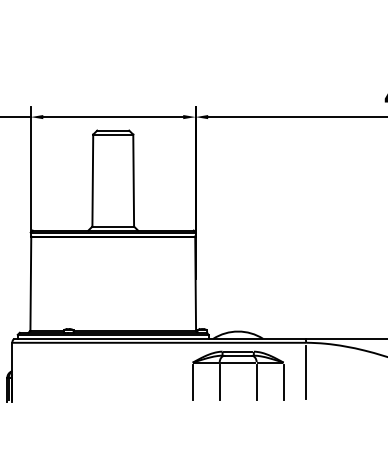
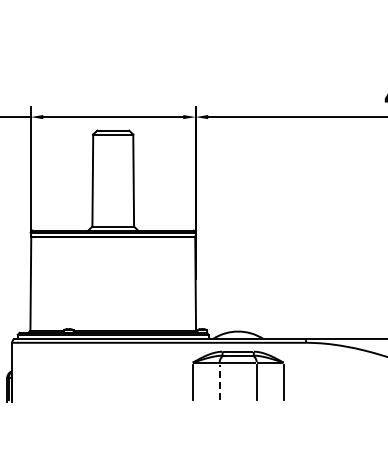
line at (306, 371): present -> none
line at (219, 382): solid -> dashed
